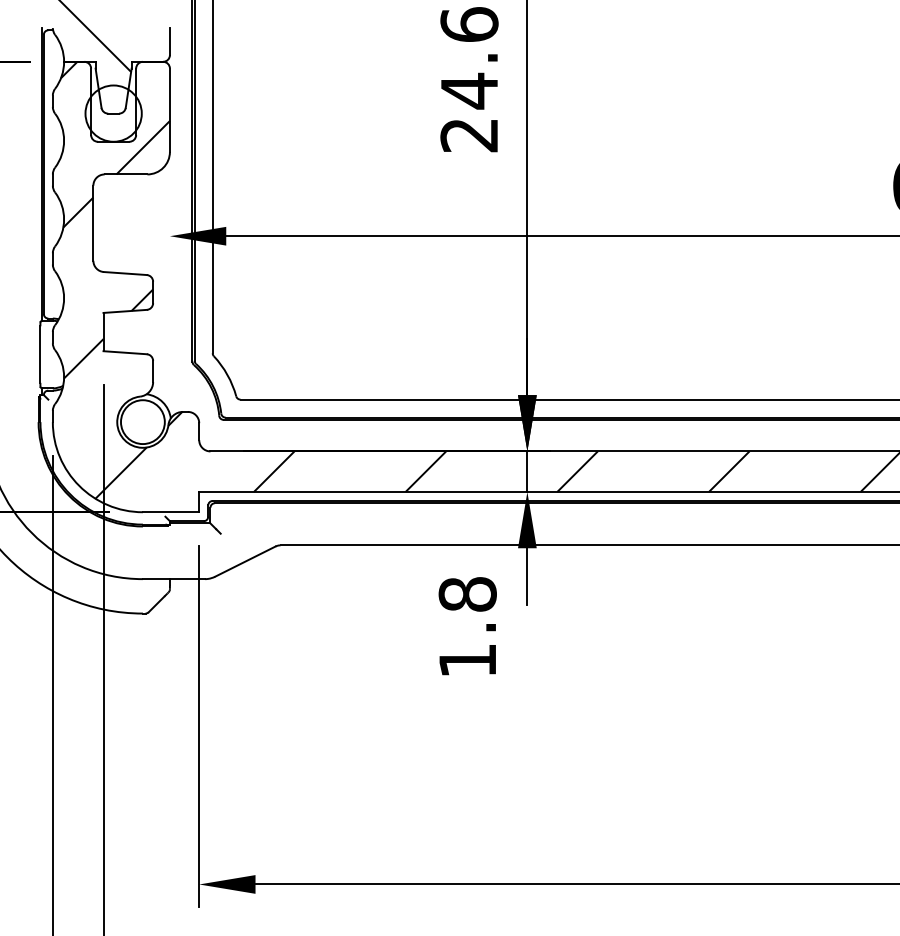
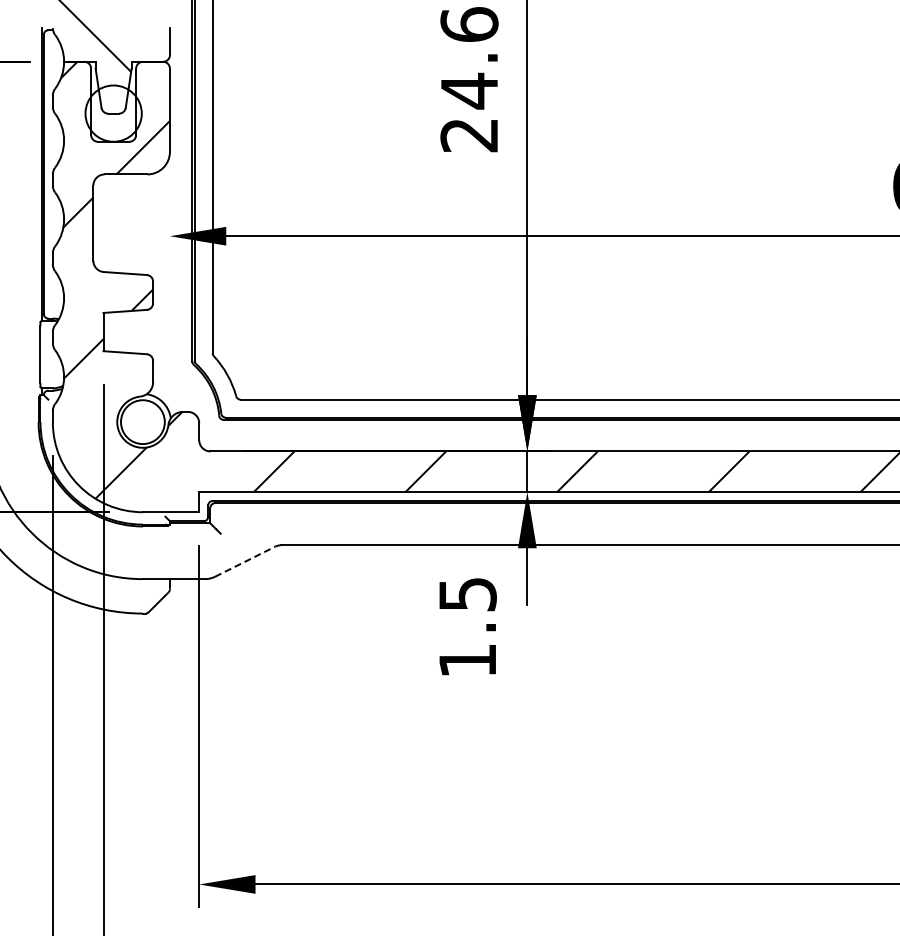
line at (245, 561): solid -> dashed
text at (467, 594): 1.8 -> 1.5
